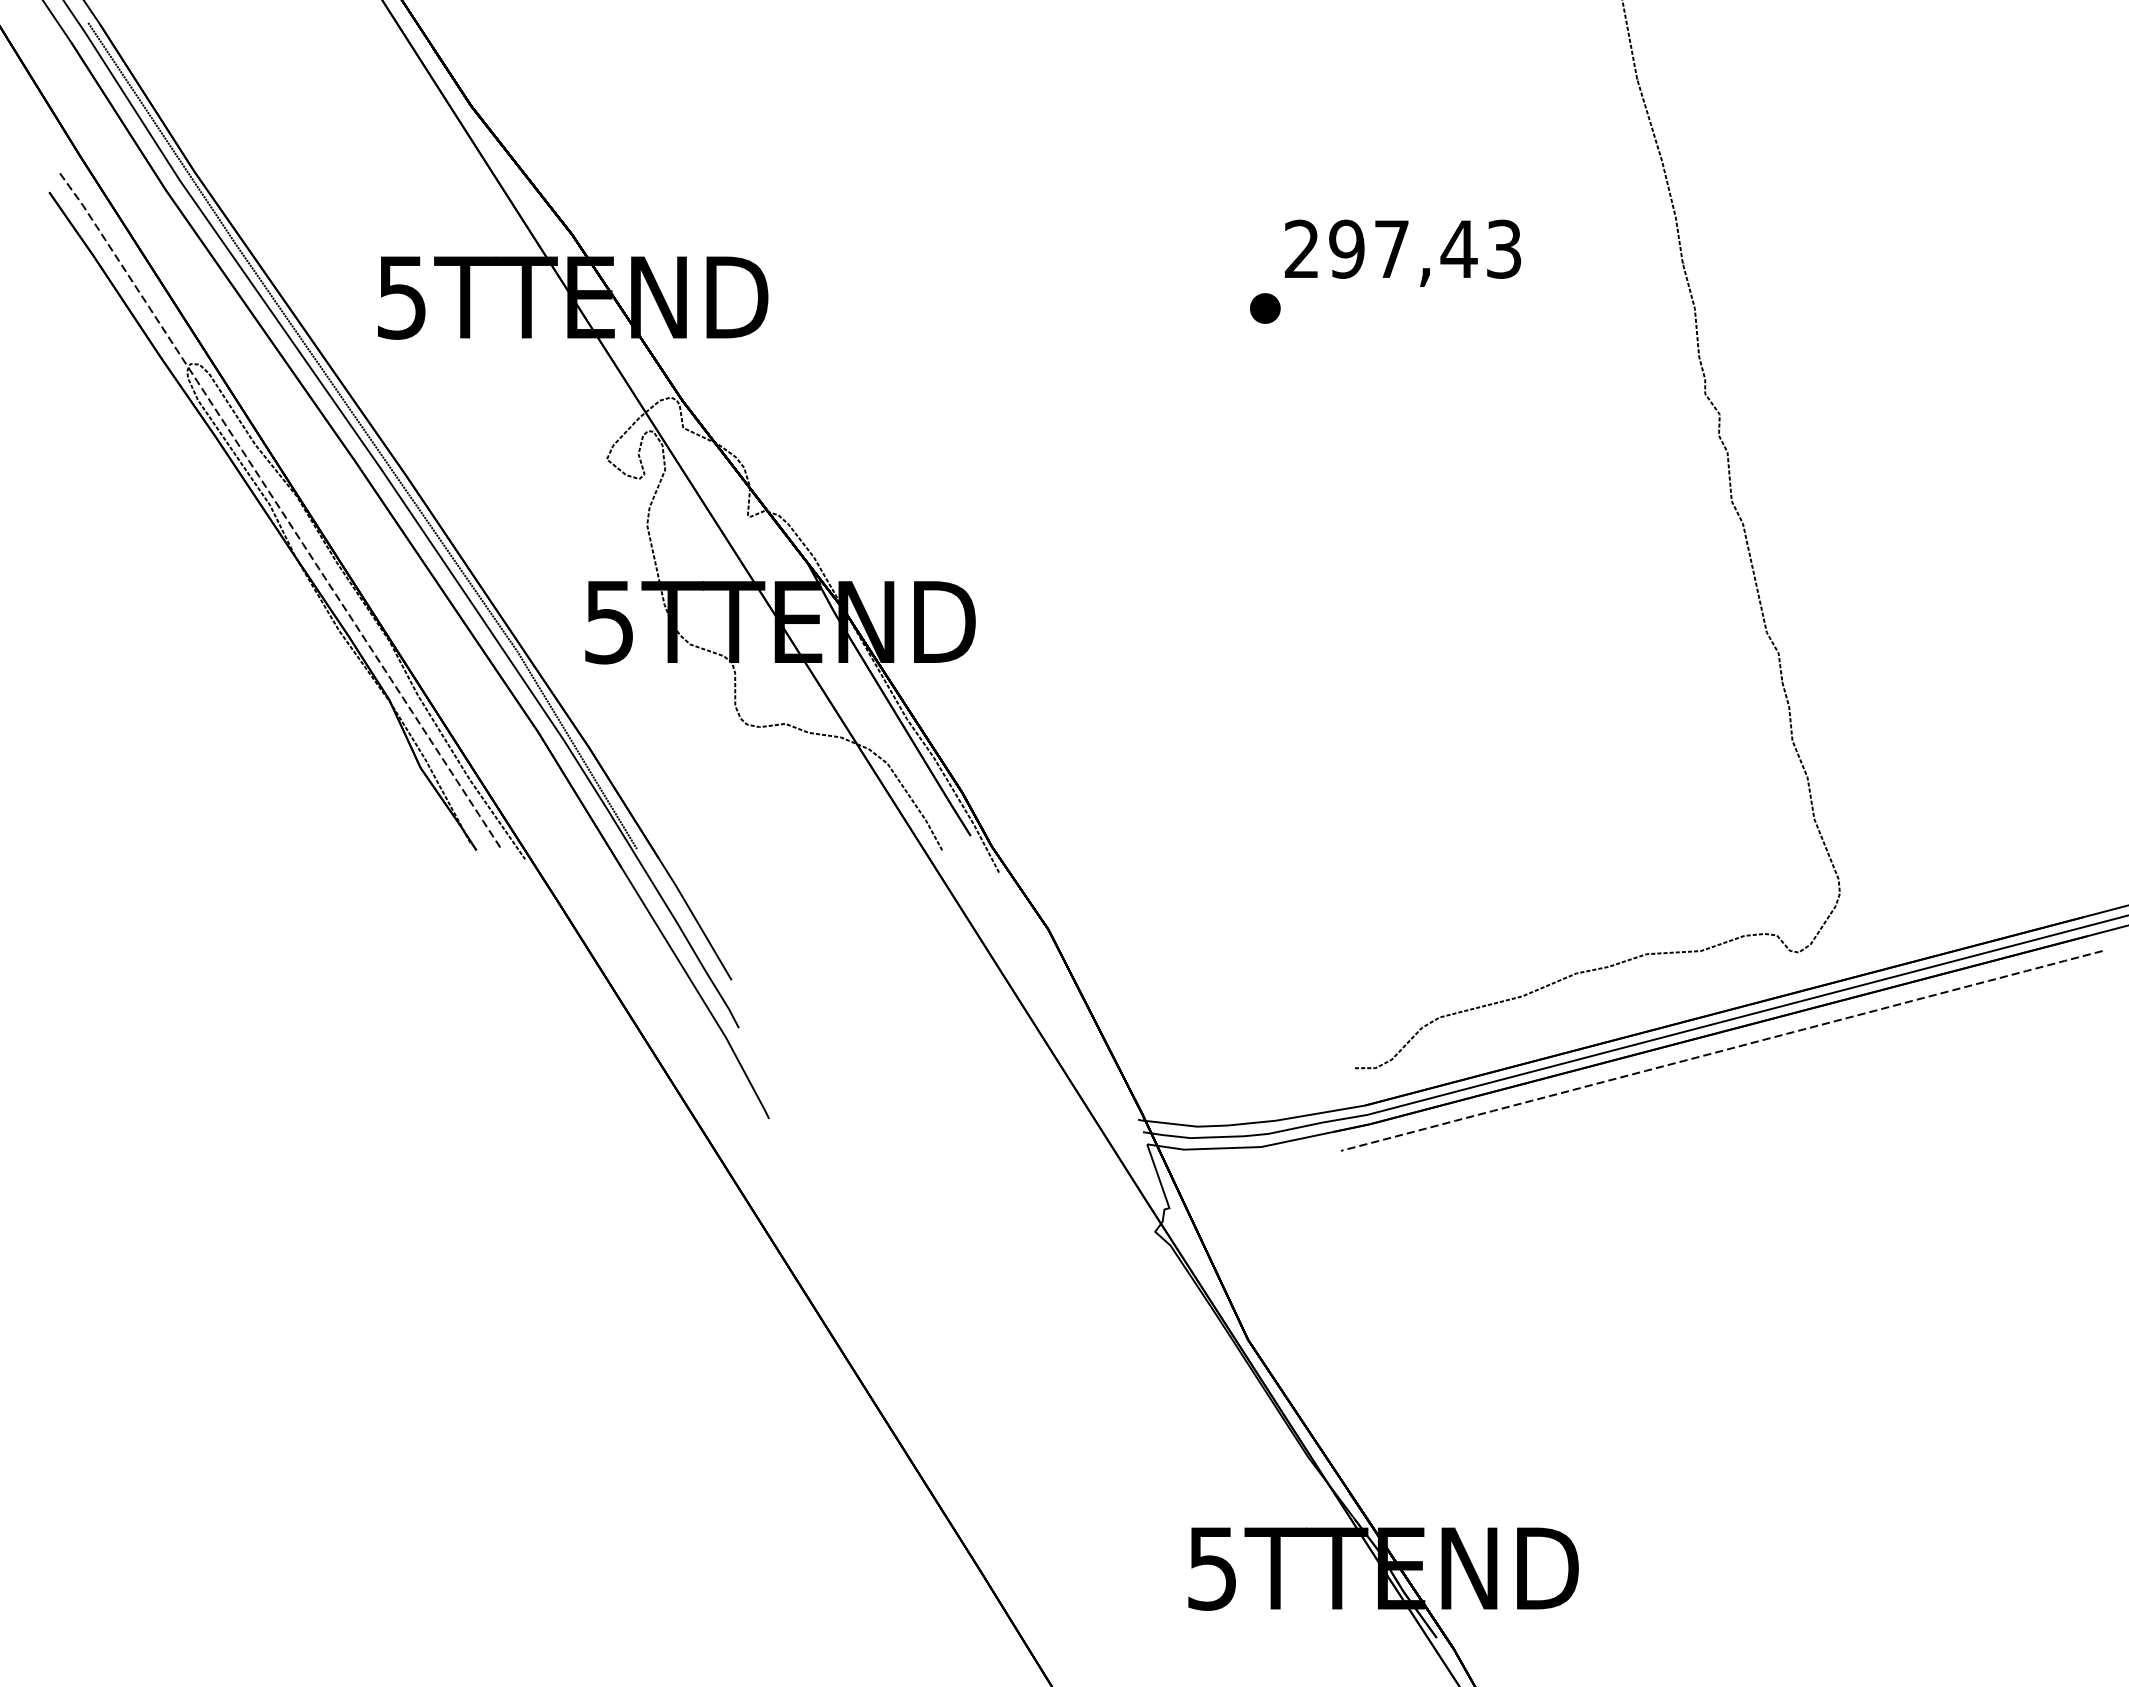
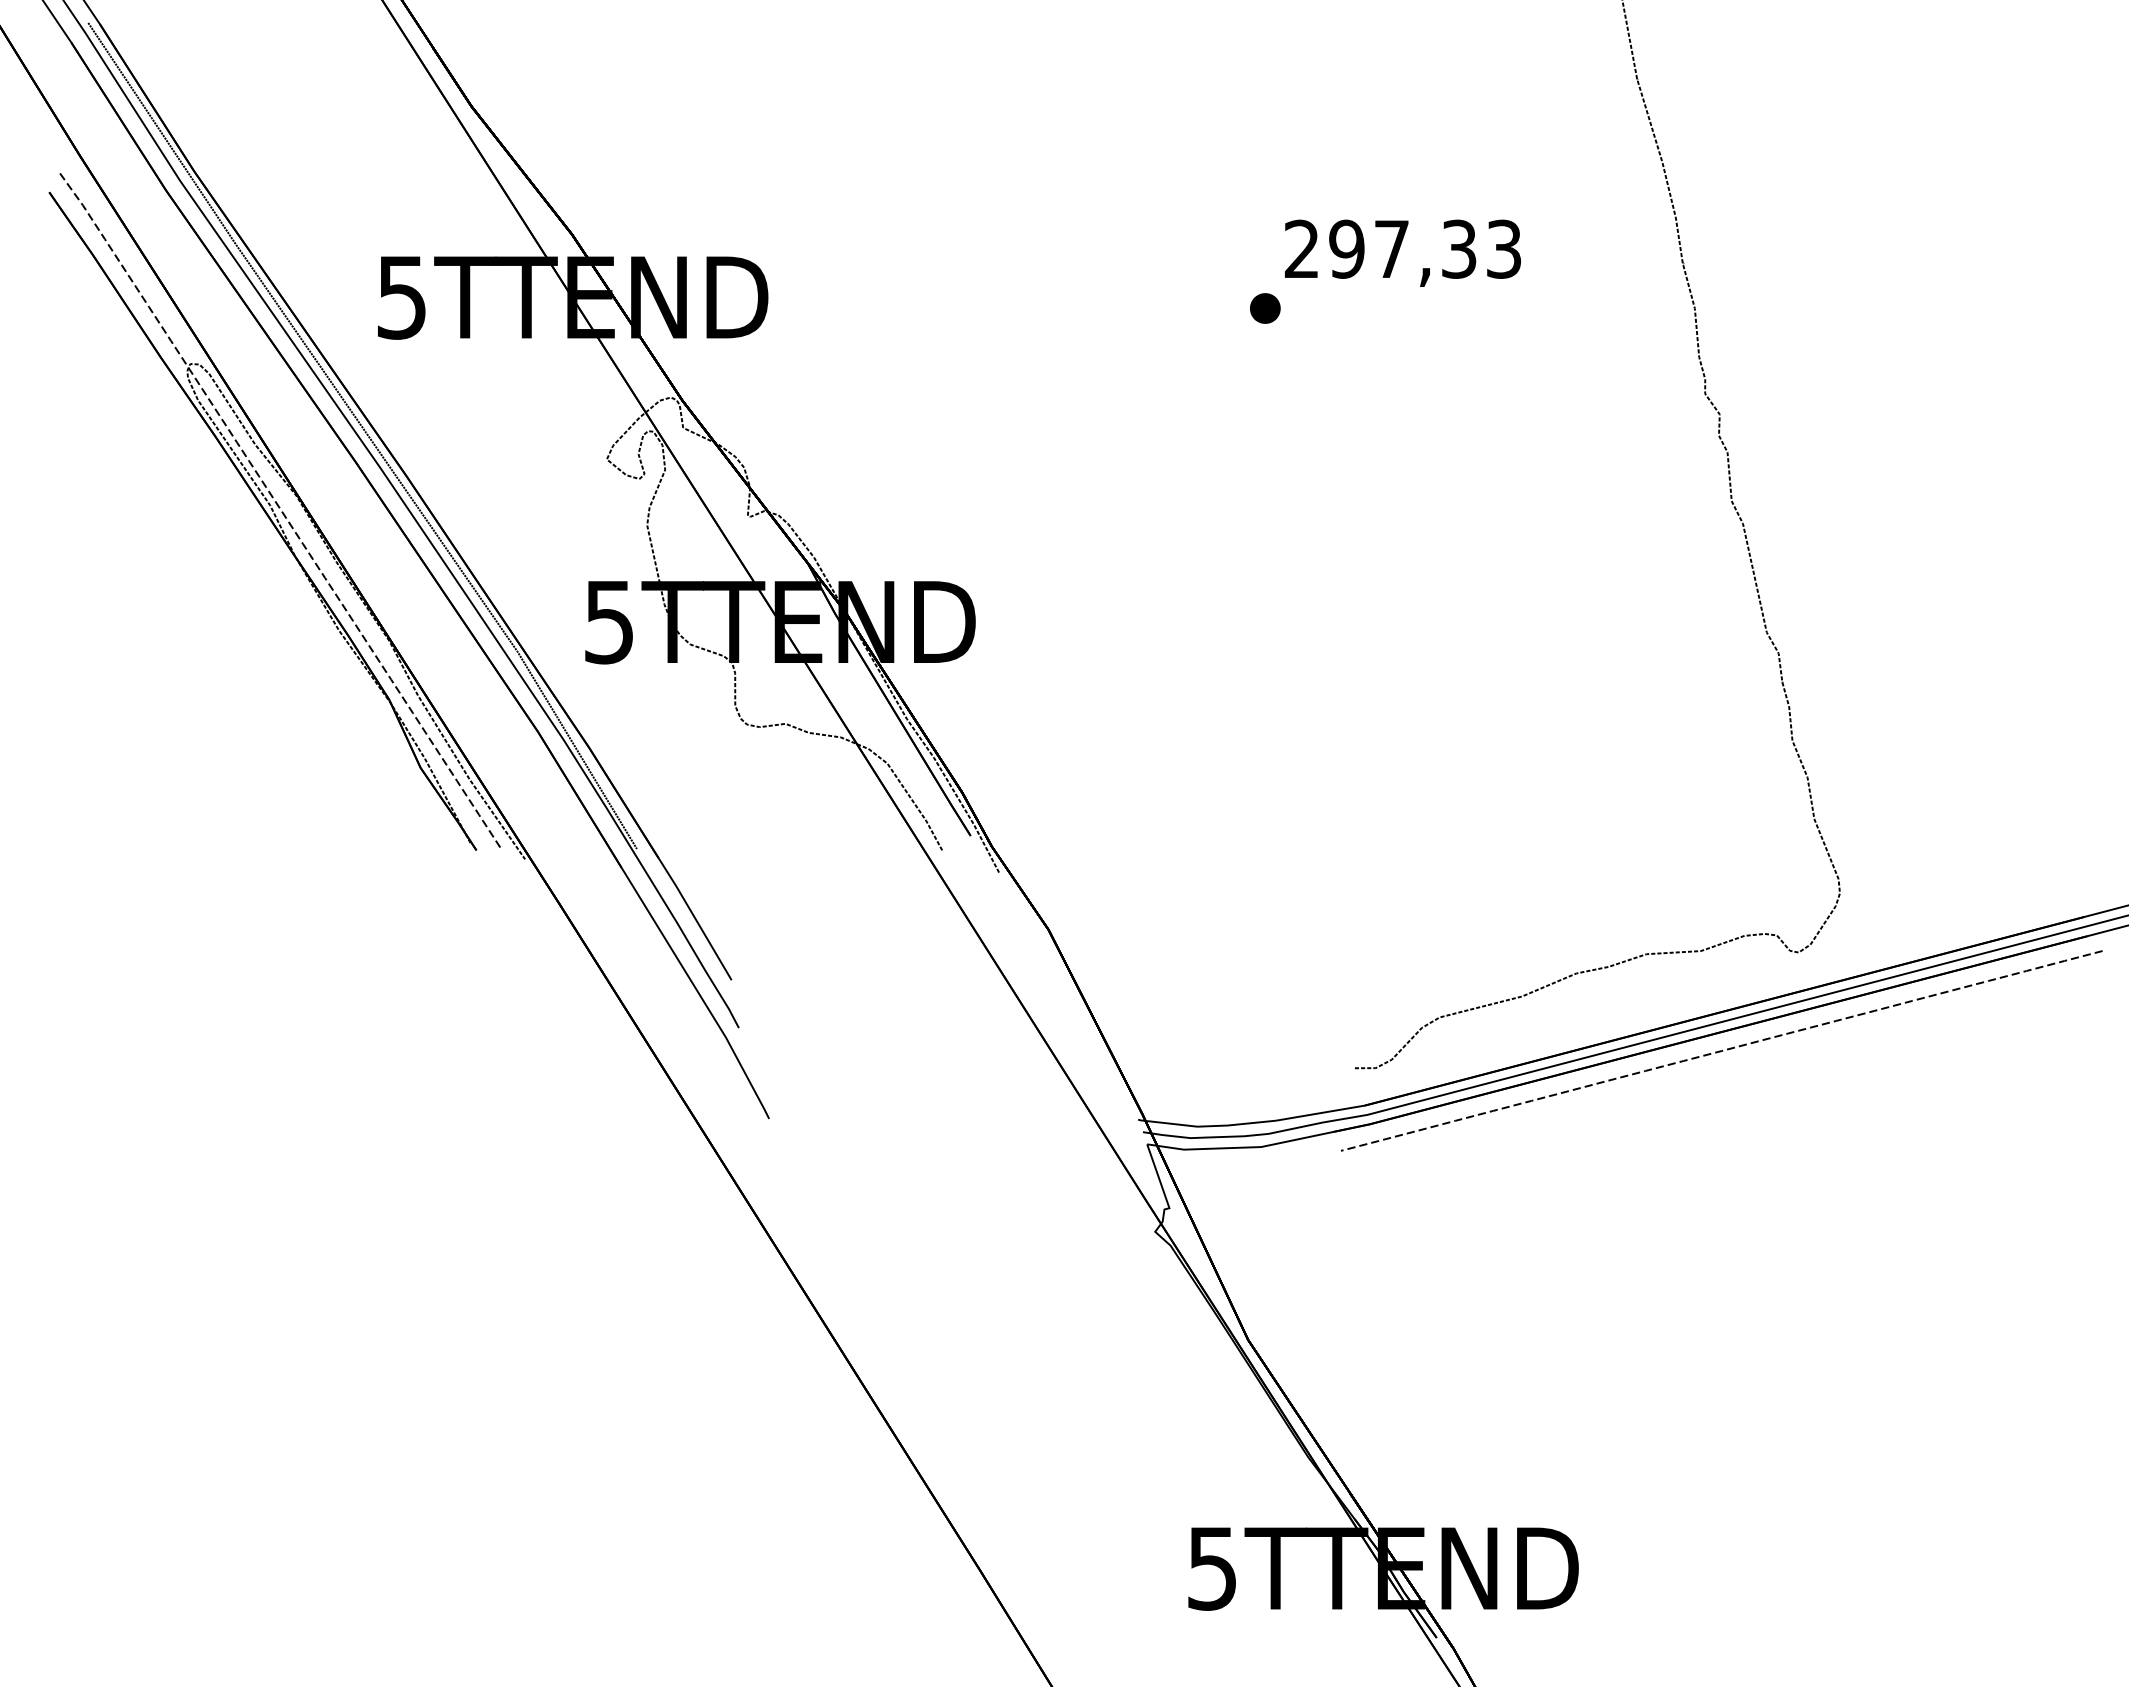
text at (1458, 248): 297,43 -> 297,33
